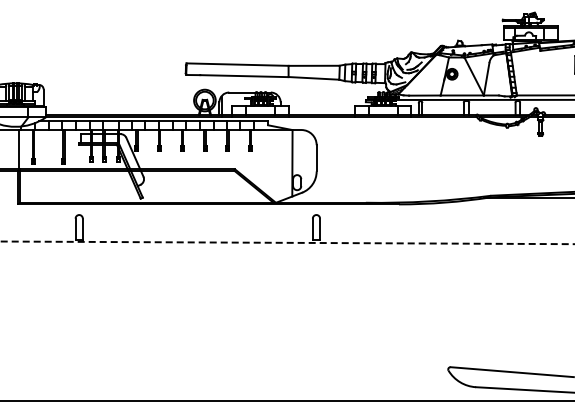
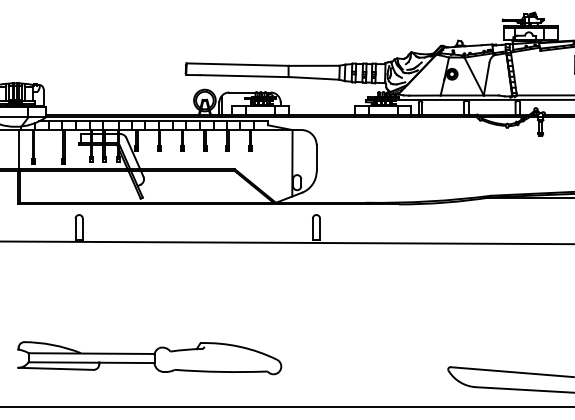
line at (287, 242): dashed -> solid
part at (149, 358): none -> present
line at (286, 401) position: (286, 401) -> (286, 407)
